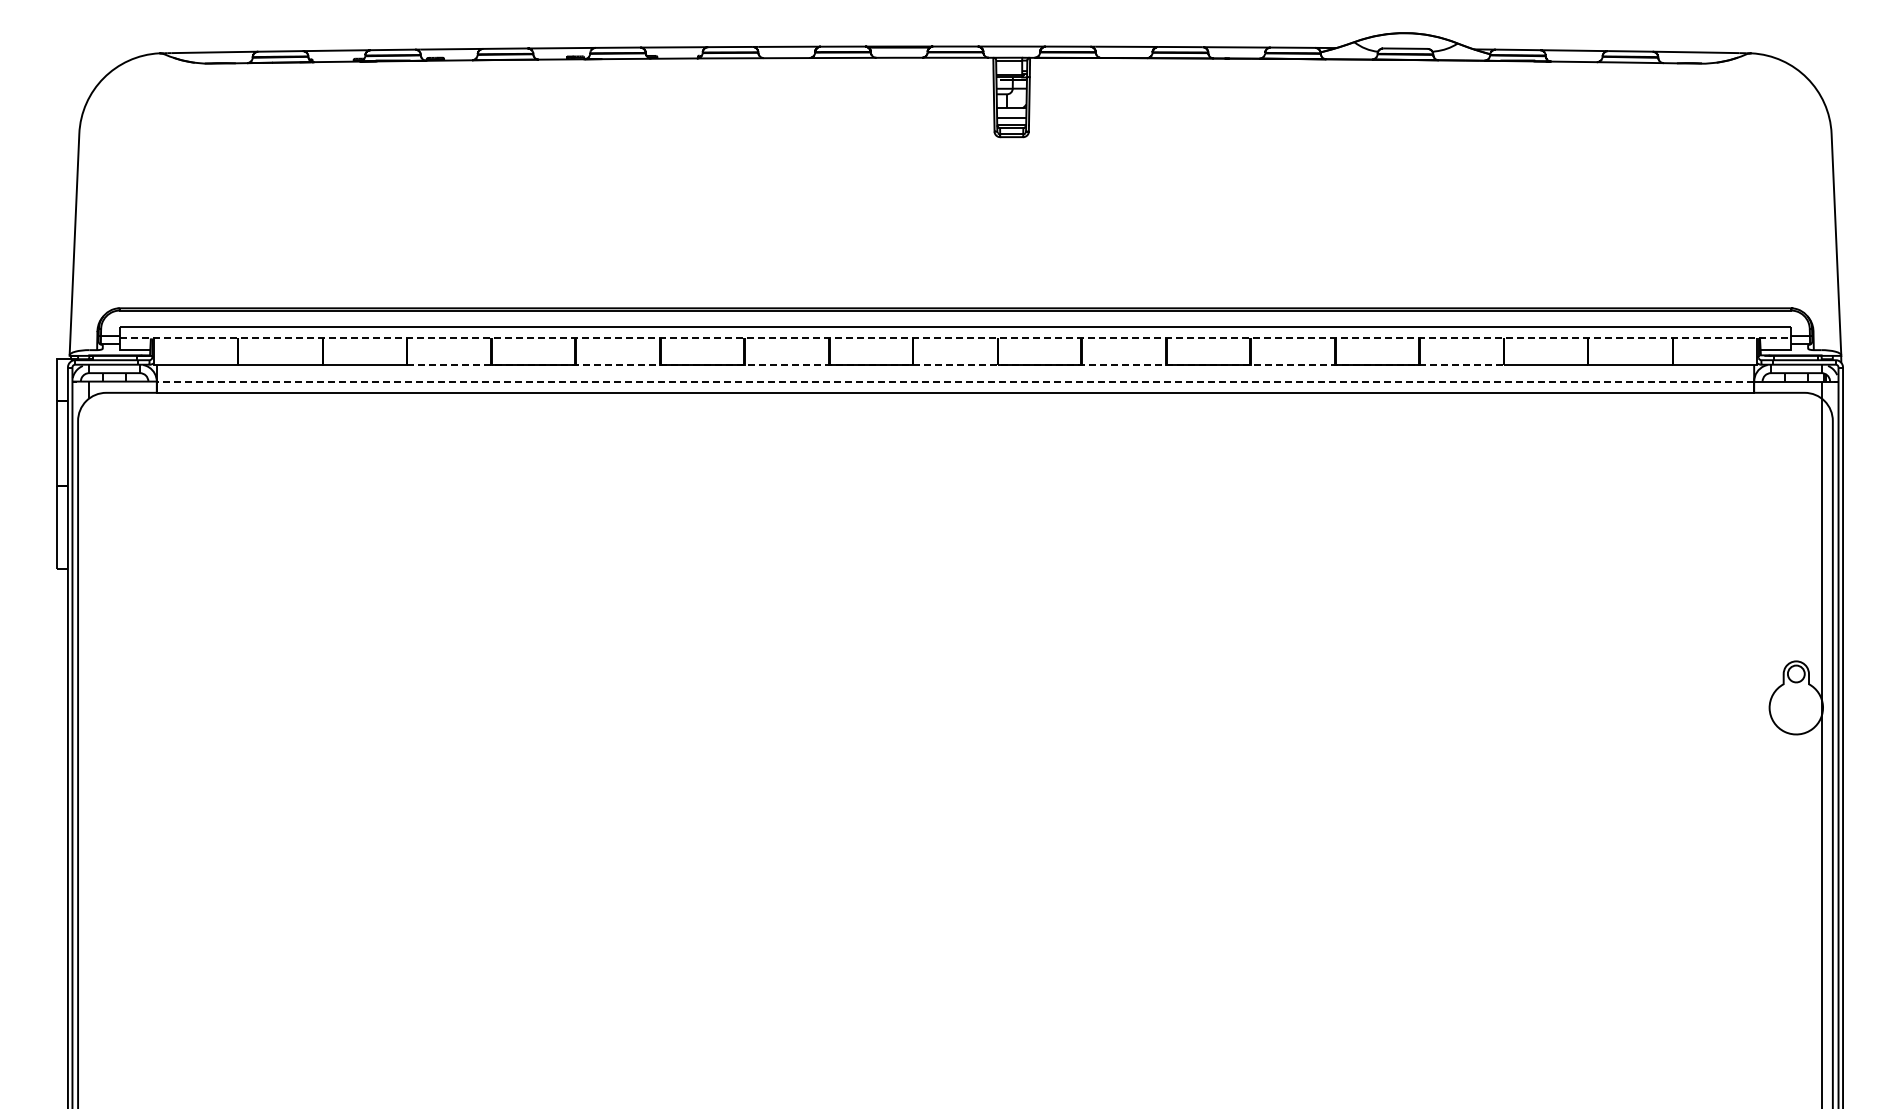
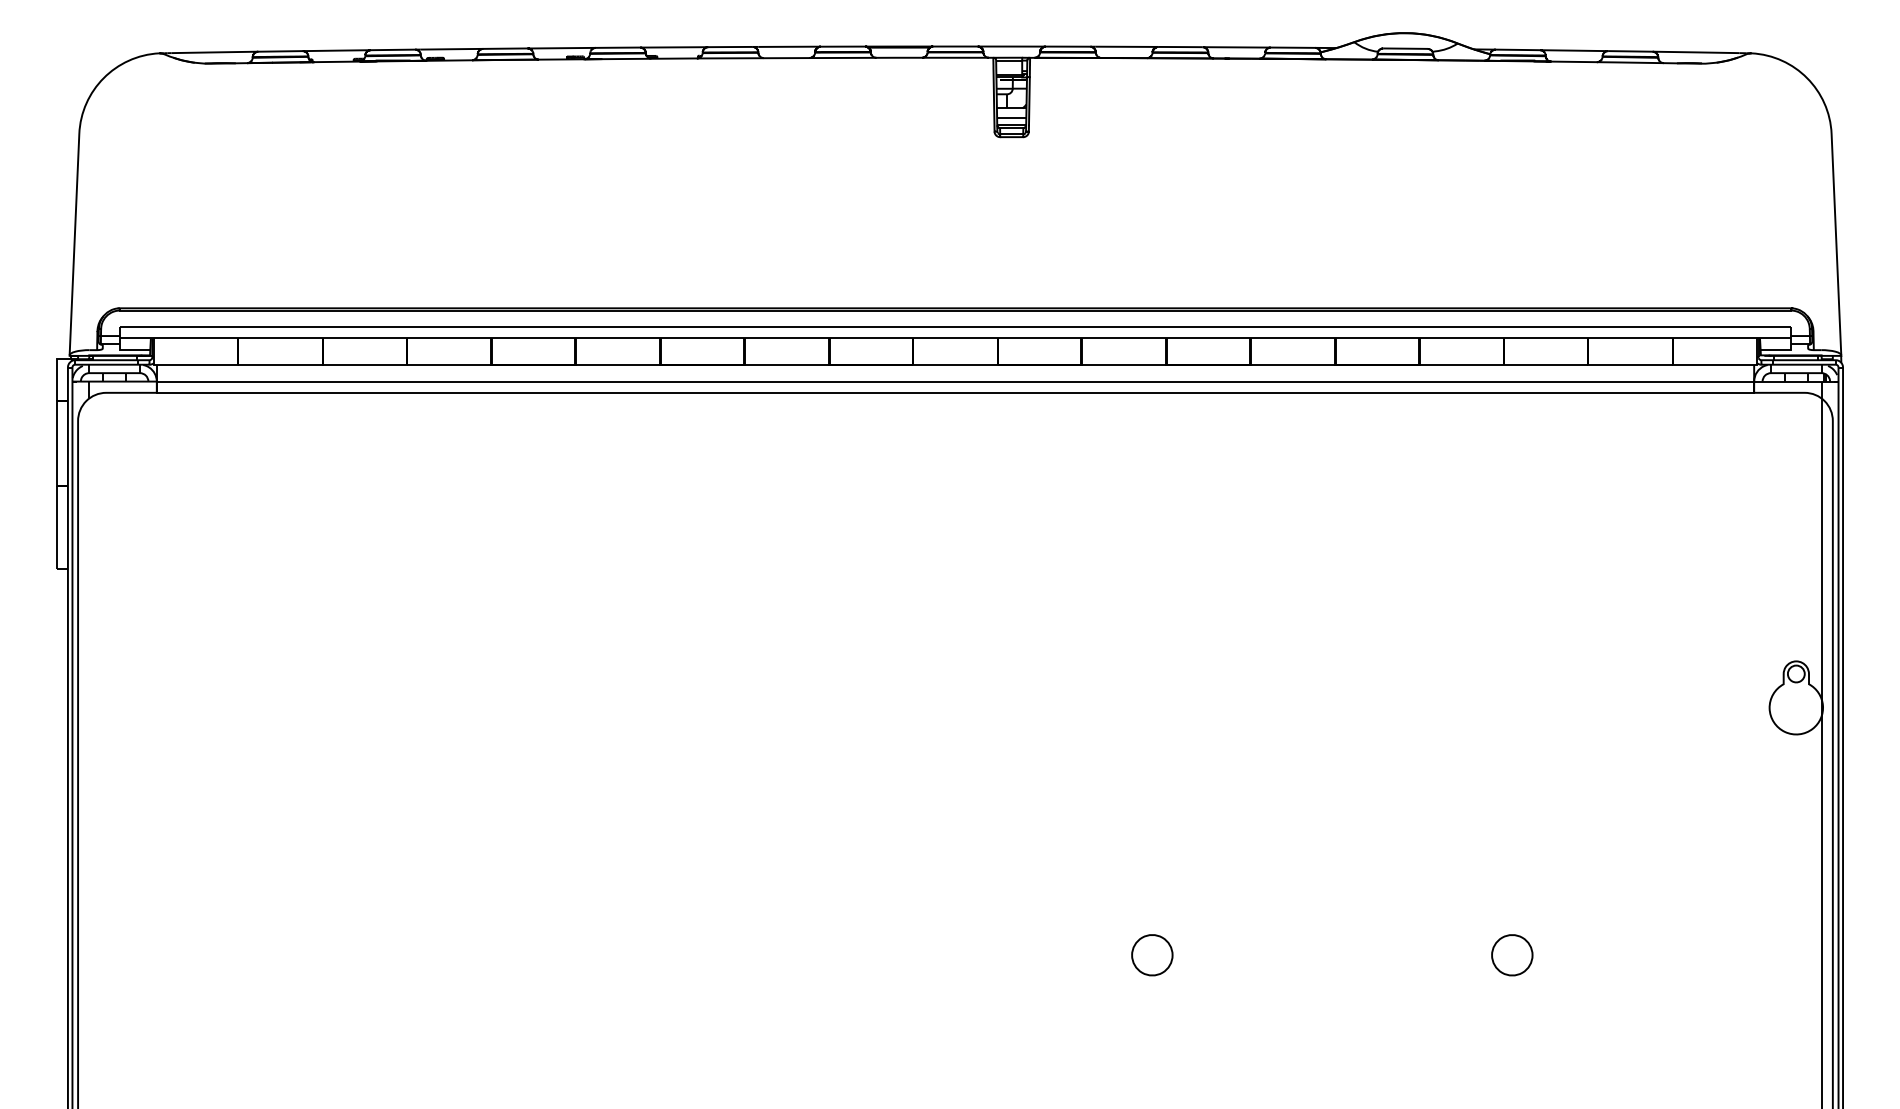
line at (955, 338): dashed -> solid
line at (955, 364): dashed -> solid
line at (955, 381): dashed -> solid
part at (1152, 955): none -> present
part at (1512, 955): none -> present
